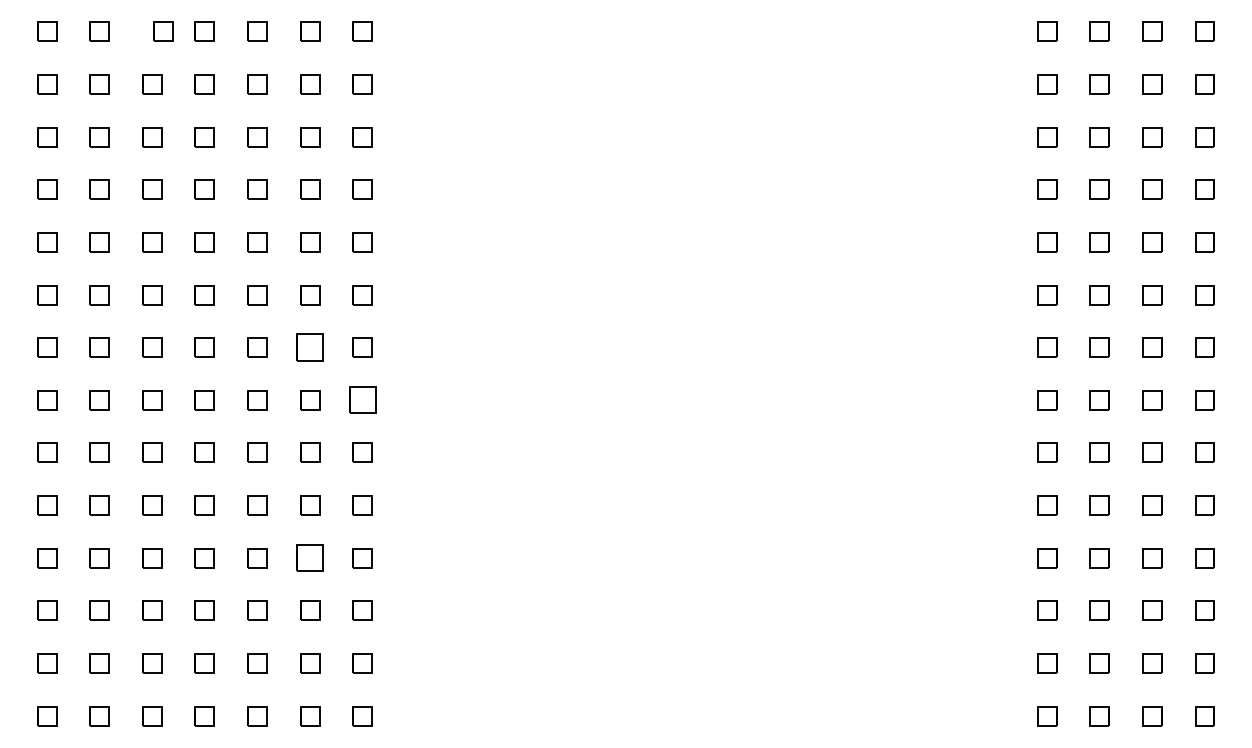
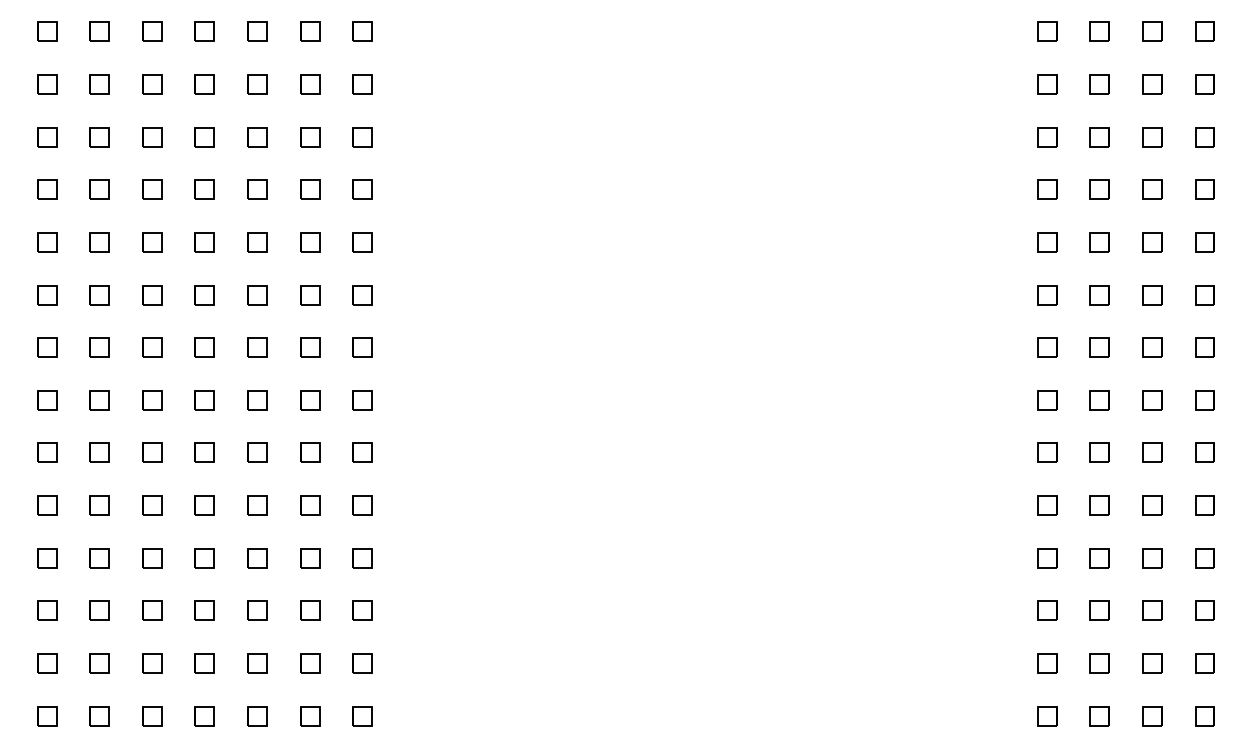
part at (163, 31) position: (163, 31) -> (152, 31)
part at (309, 347) size: 28x29 px -> 21x21 px
part at (362, 399) size: 28x28 px -> 21x21 px
part at (309, 557) size: 28x28 px -> 21x21 px
